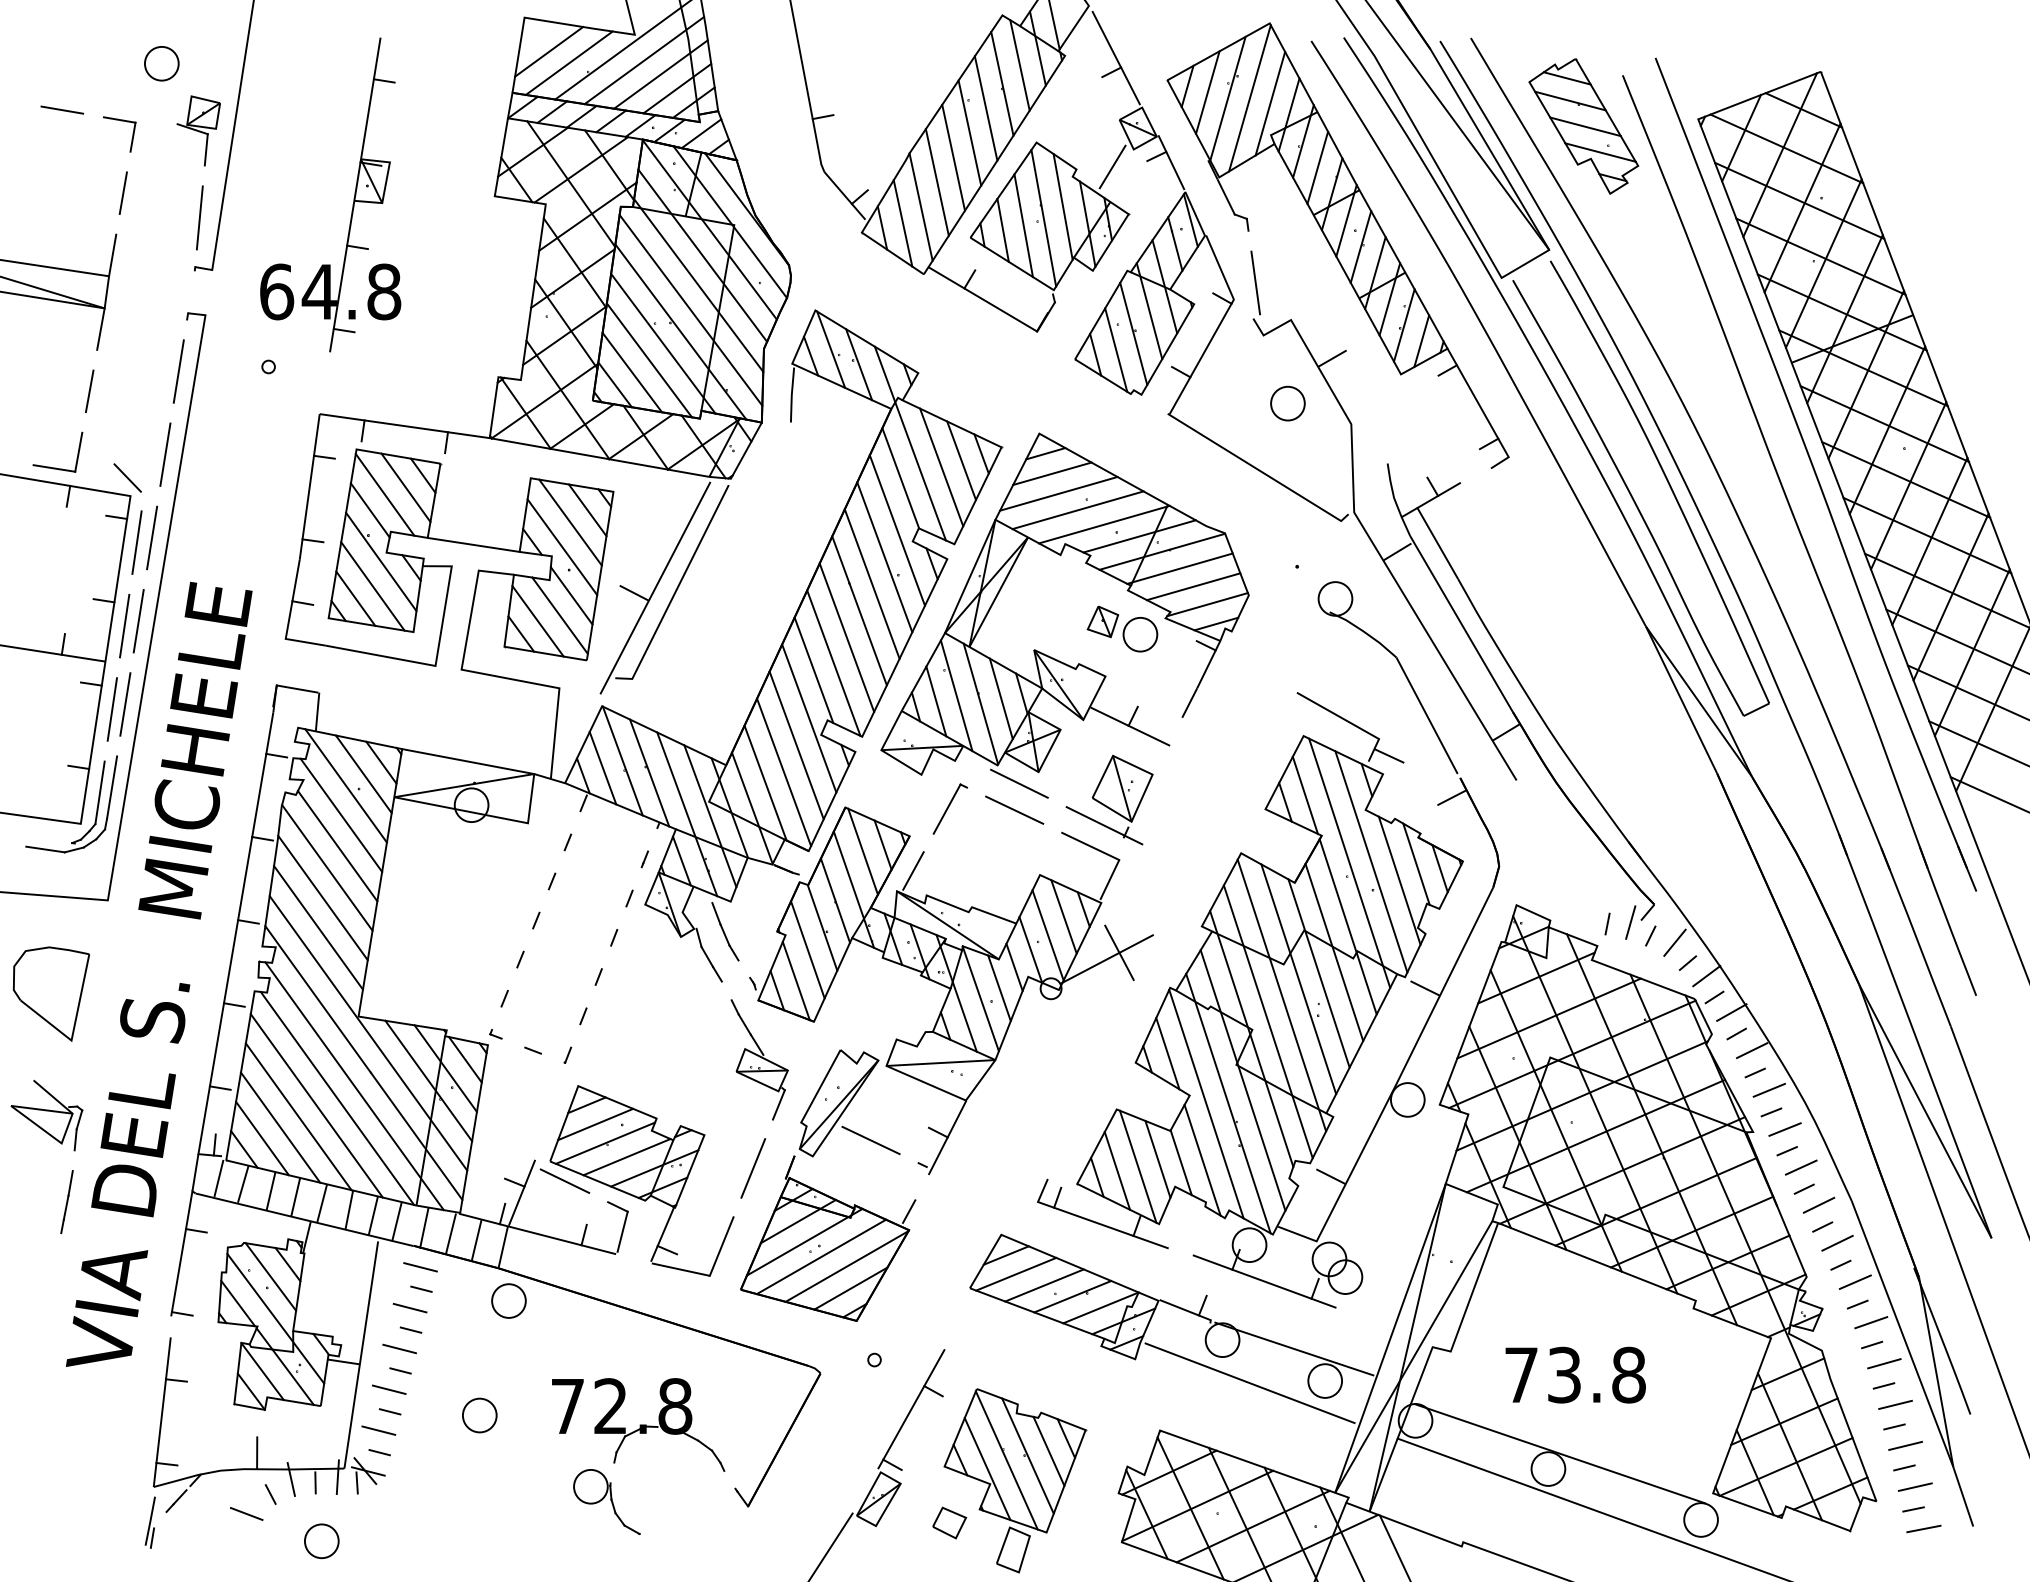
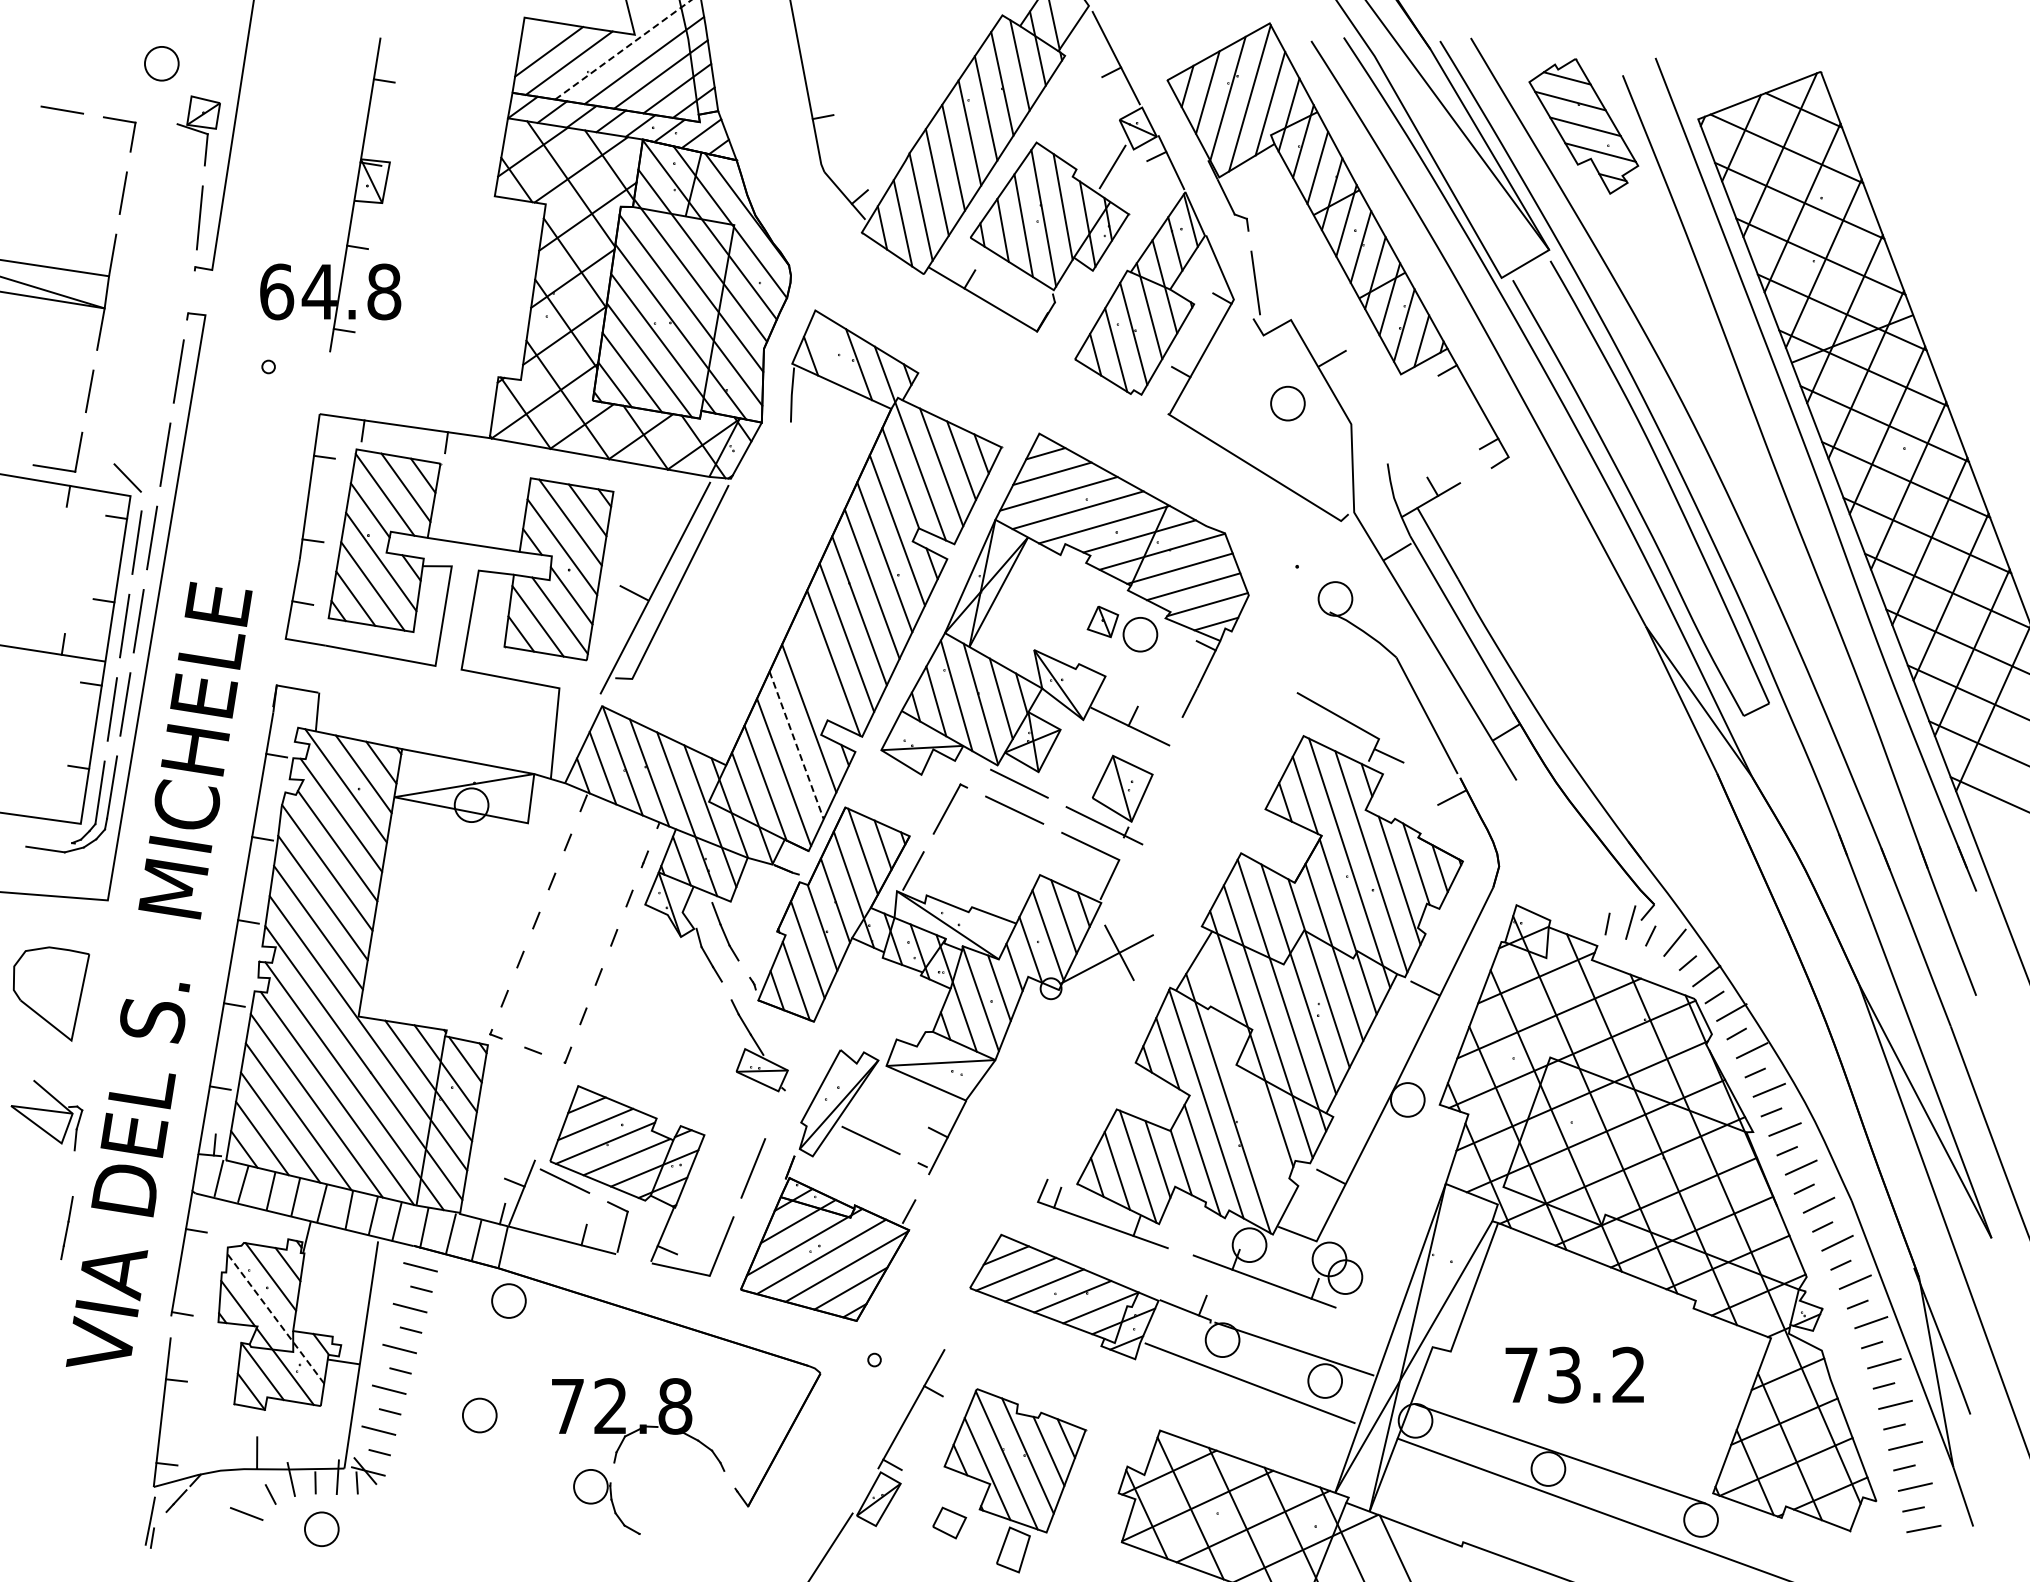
line at (623, 49): solid -> dashed
line at (831, 349): present -> none
line at (813, 670): present -> none
line at (796, 745): solid -> dashed
line at (1242, 1080): present -> none
line at (778, 1104): present -> none
line at (66, 1202) position: (66, 1202) -> (66, 1228)
line at (275, 1318): solid -> dashed
text at (1628, 1374): 73.8 -> 73.2
part at (321, 1541) position: (321, 1541) -> (321, 1529)
